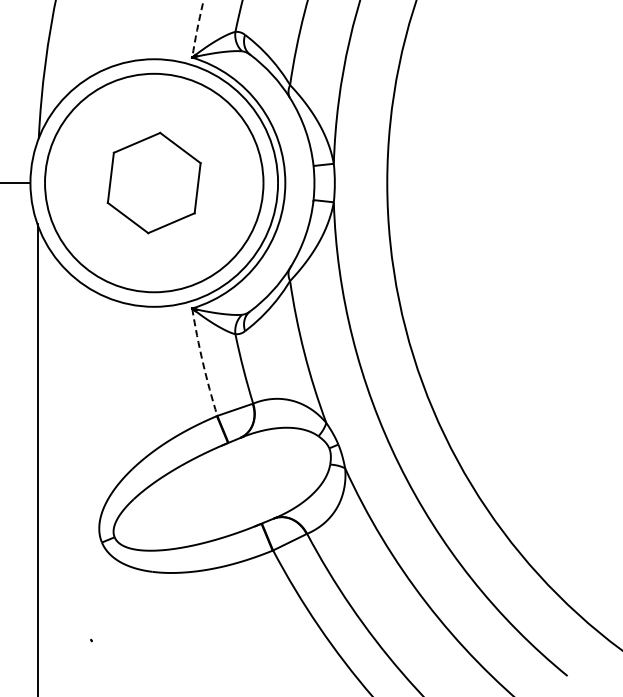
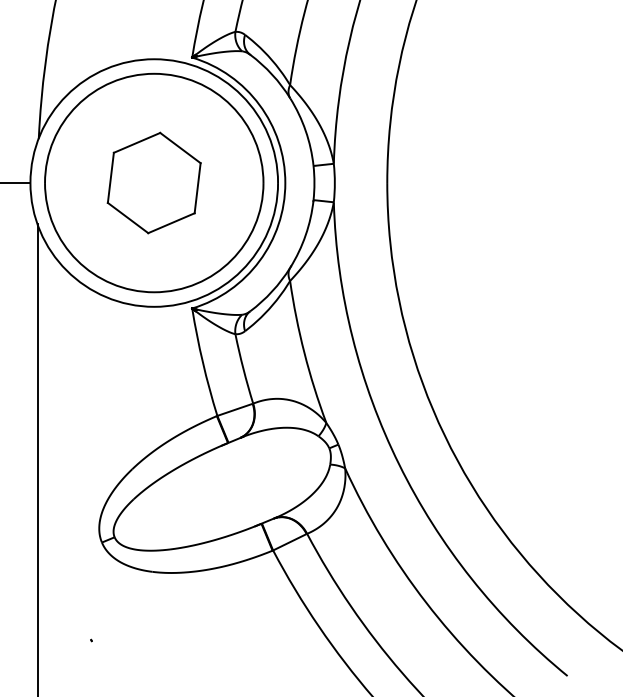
arc at (197, 29): dashed -> solid
arc at (202, 362): dashed -> solid
